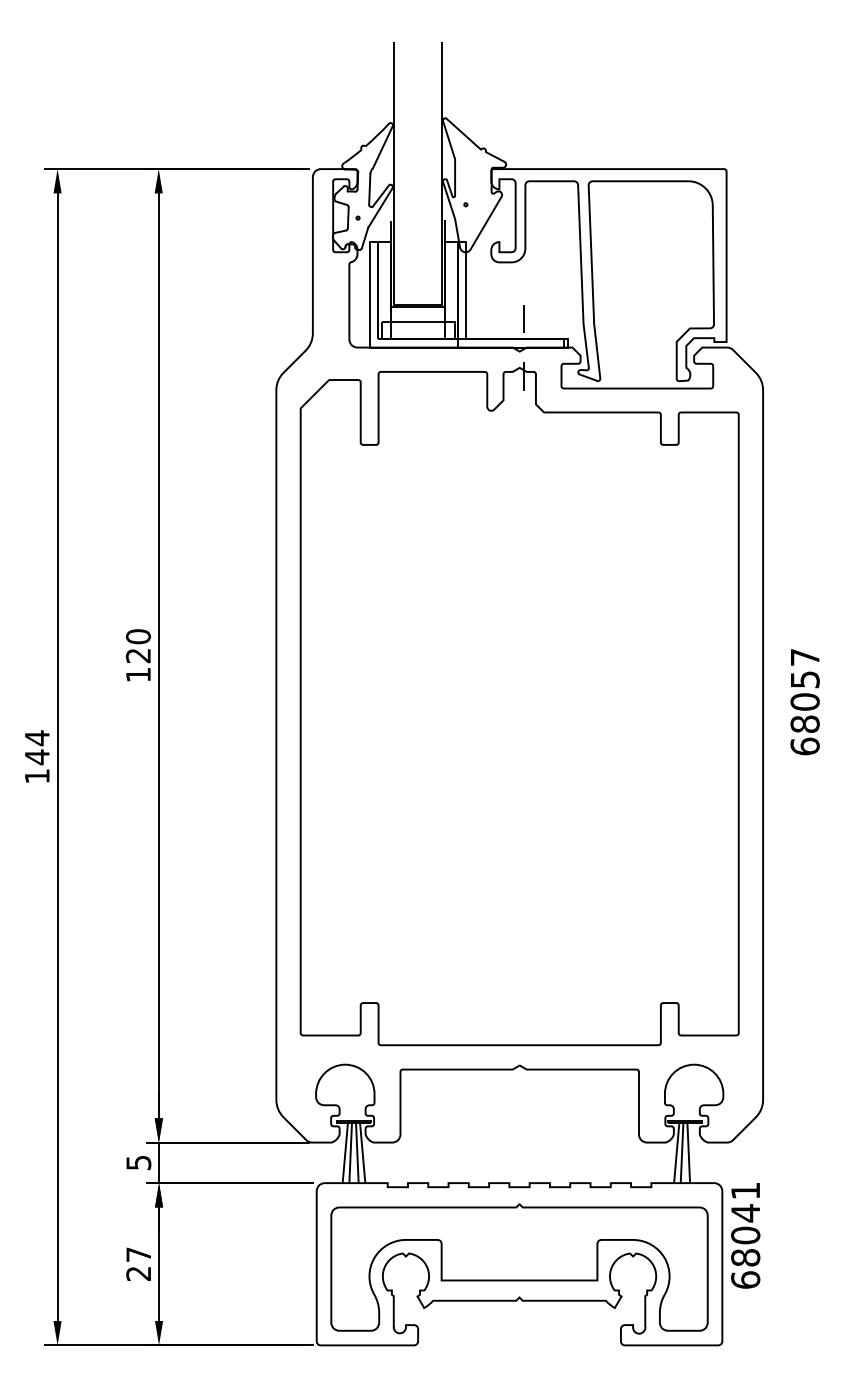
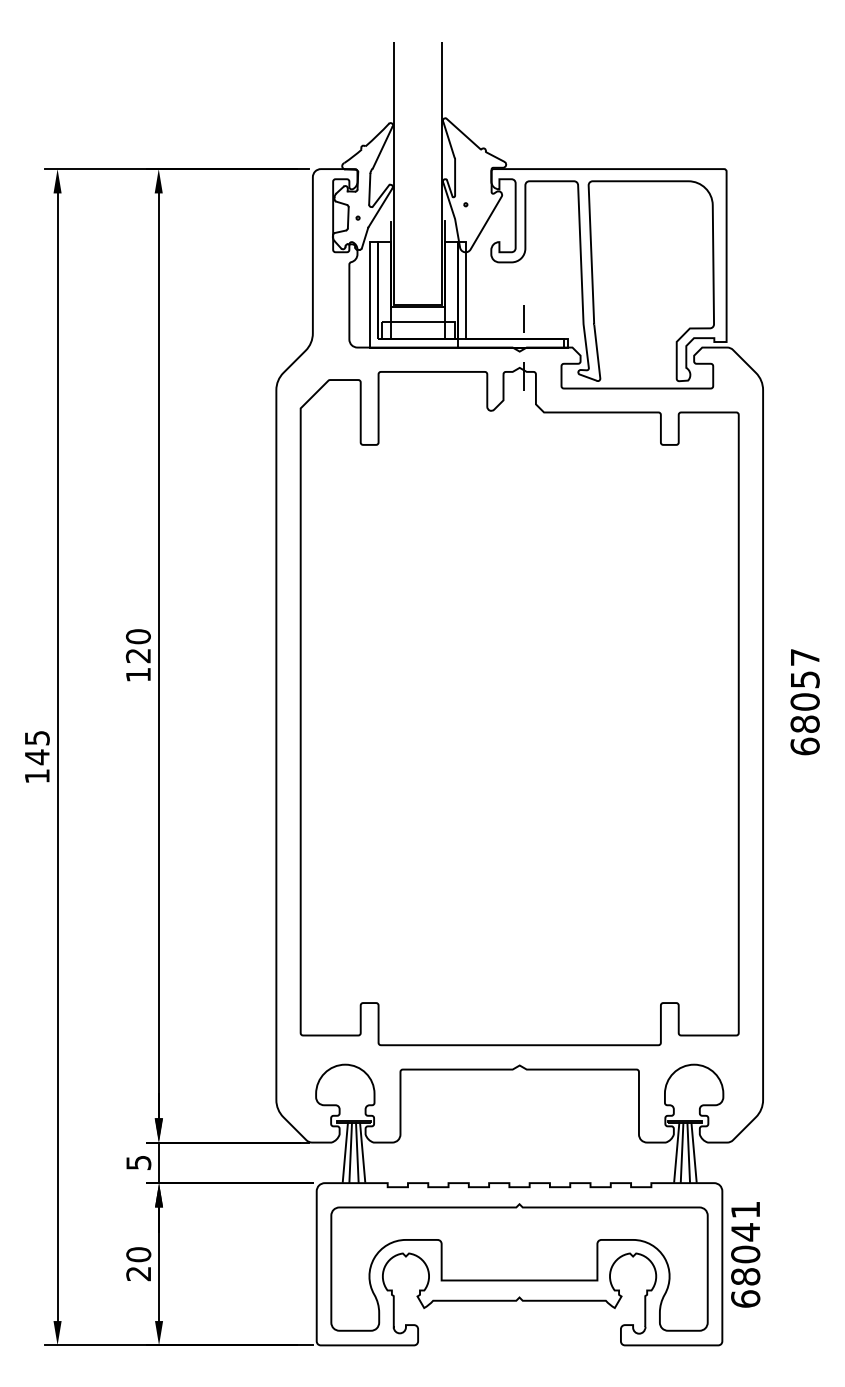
text at (37, 738): 144 -> 145
line at (693, 1152): none -> present
text at (745, 1235) position: (745, 1235) -> (745, 1254)
text at (138, 1254): 27 -> 20
